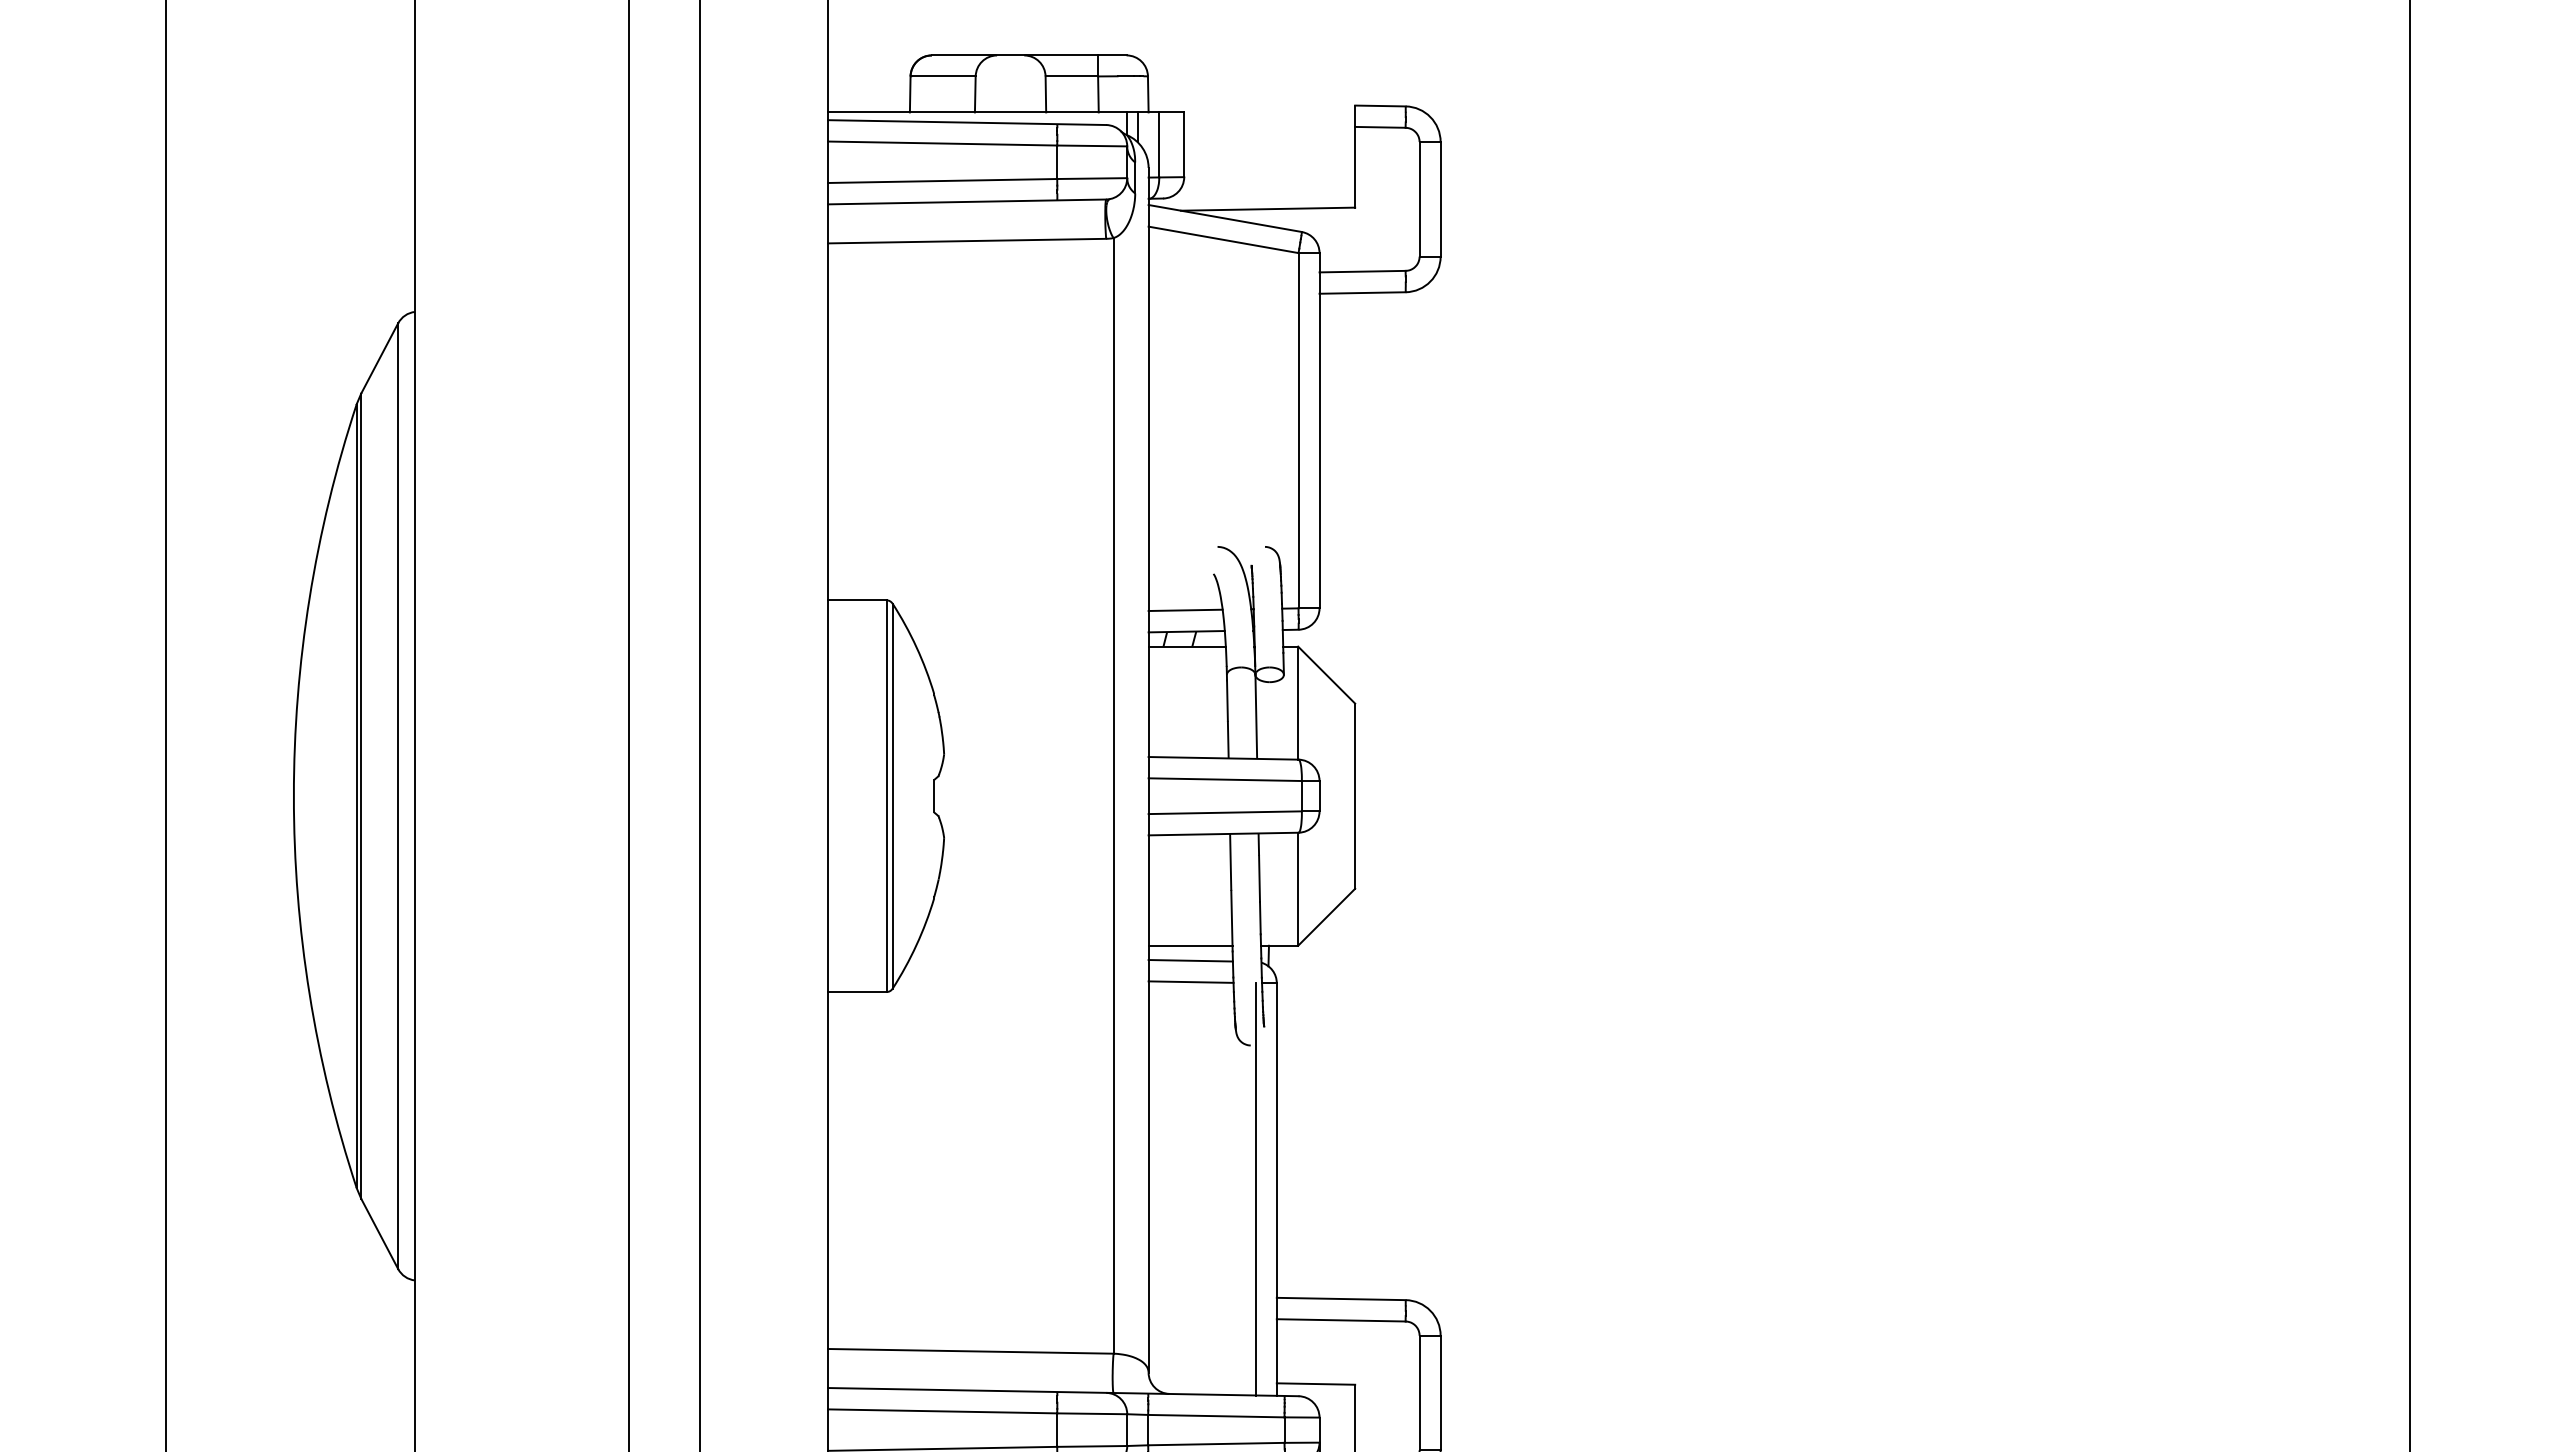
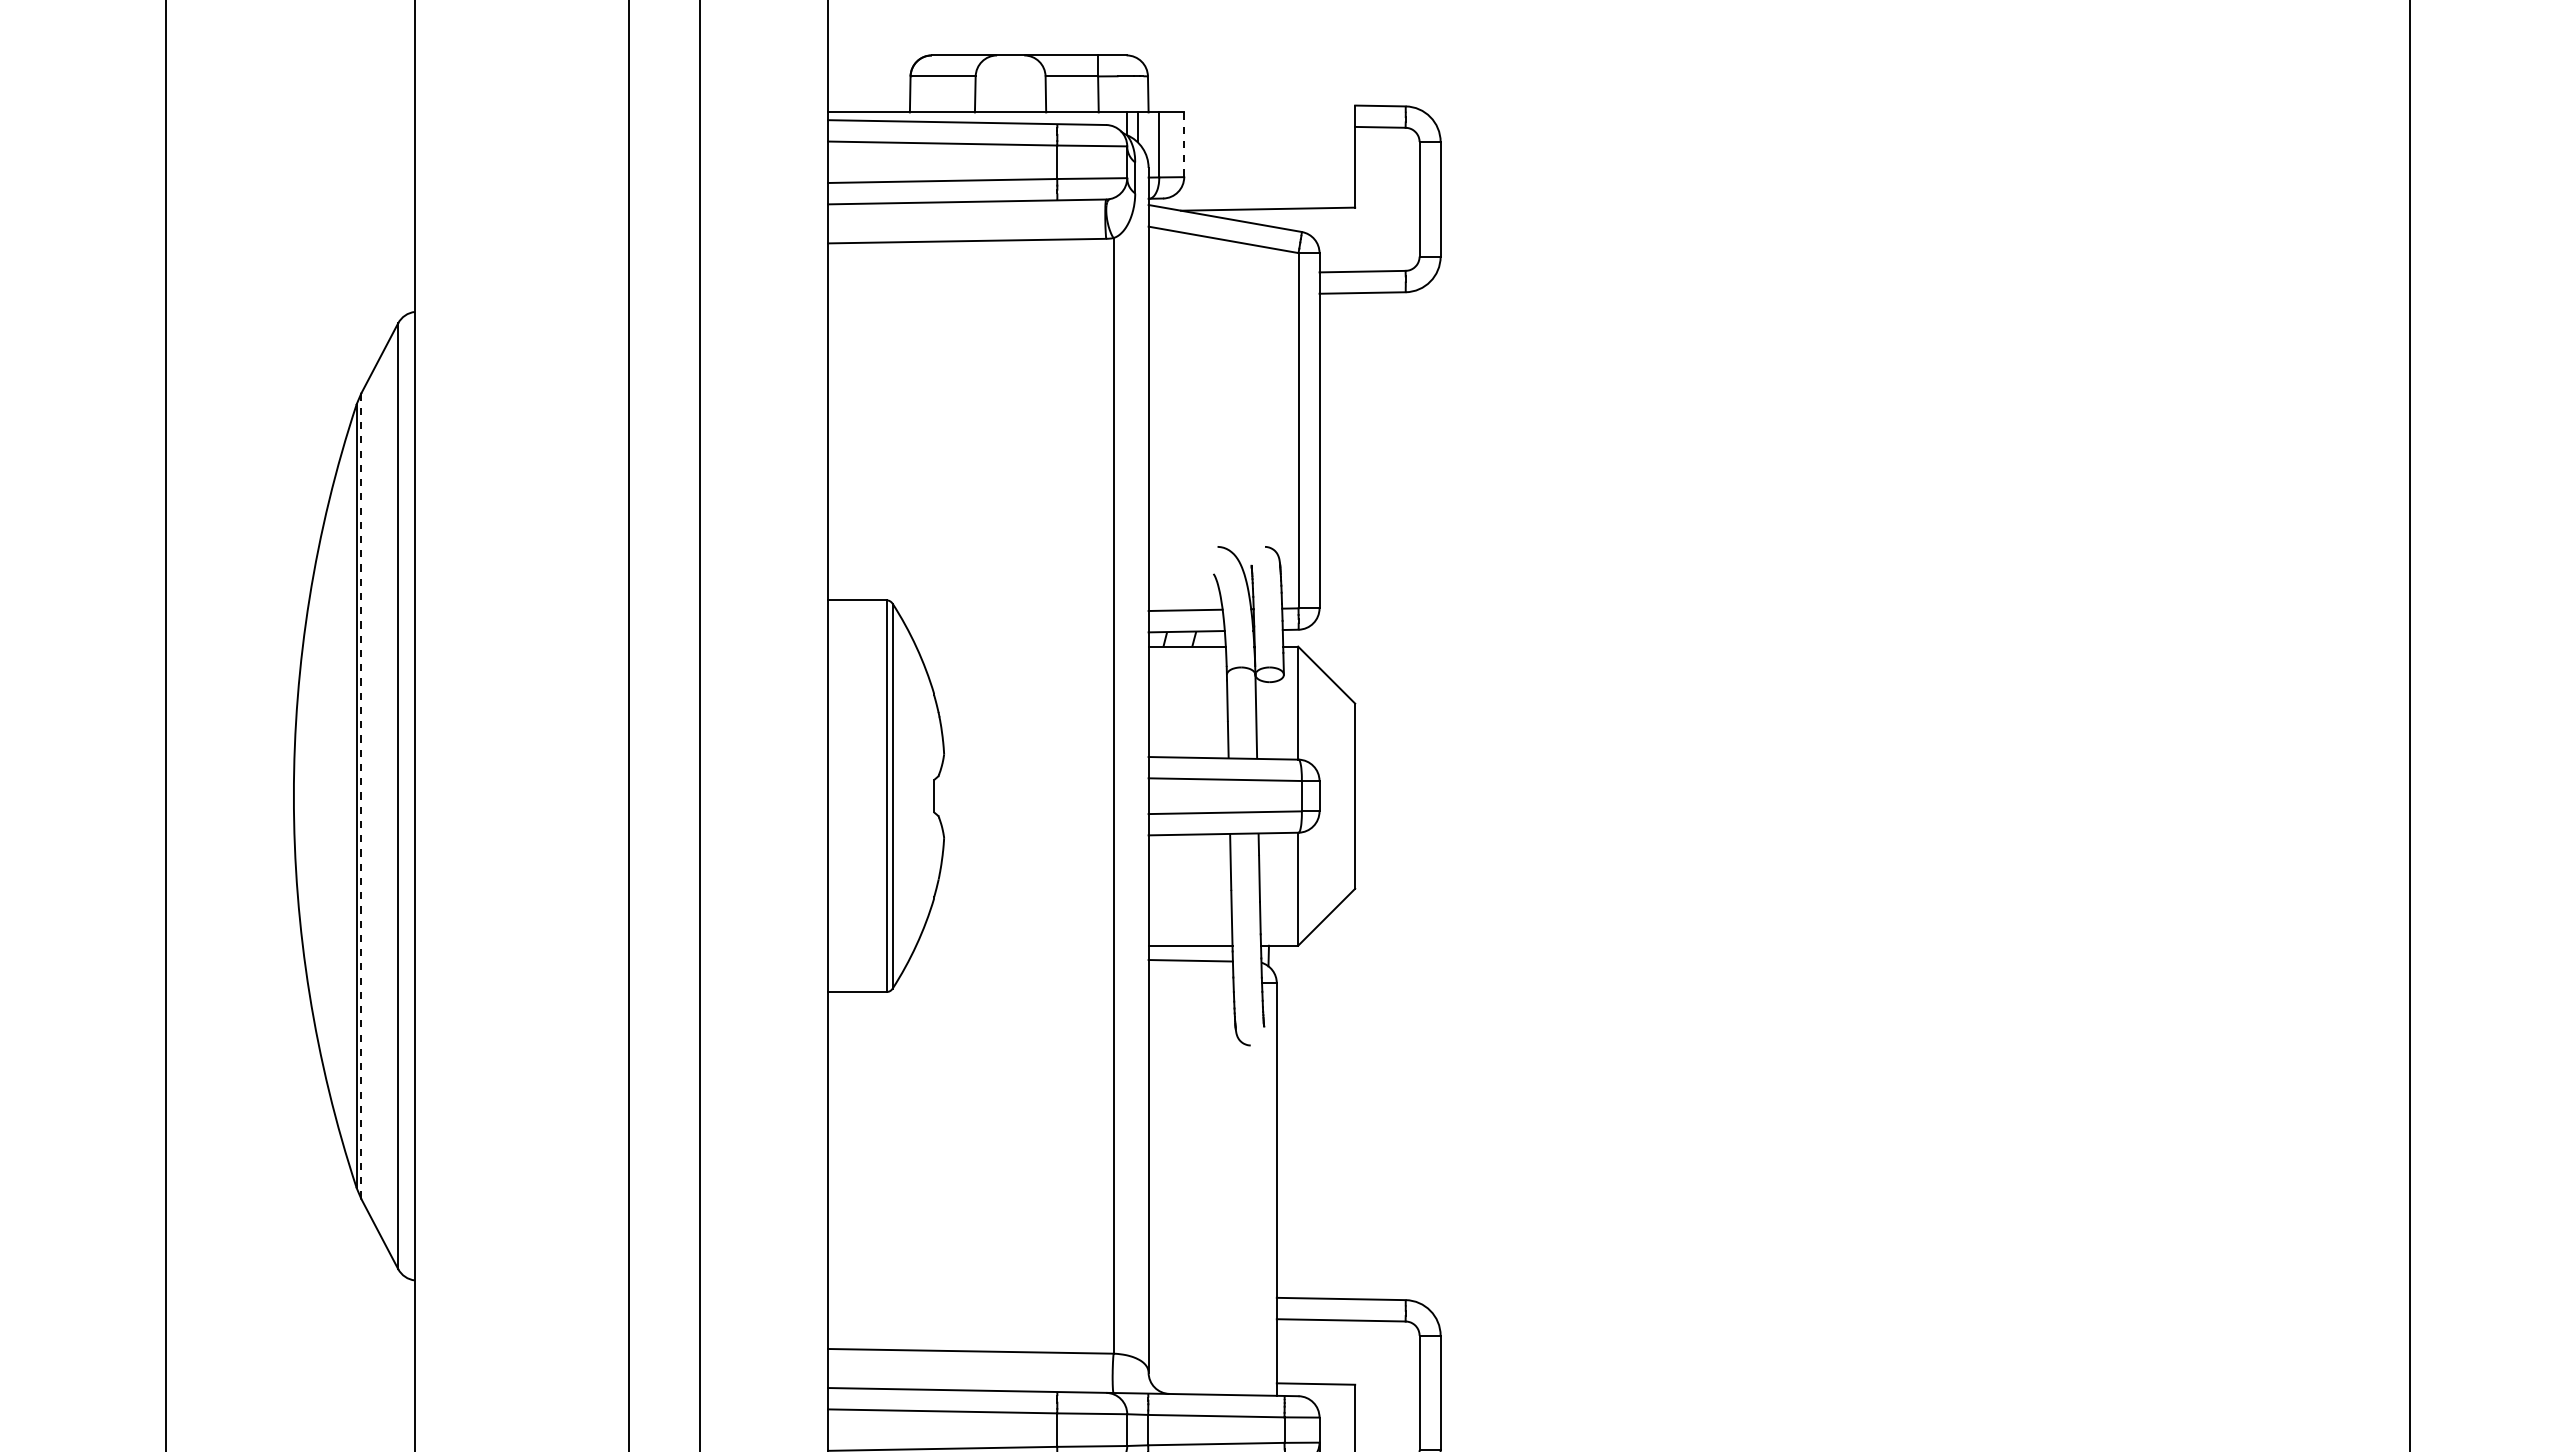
line at (1184, 145): solid -> dashed
line at (361, 796): solid -> dashed
line at (1190, 981): present -> none
line at (1255, 1189): present -> none
